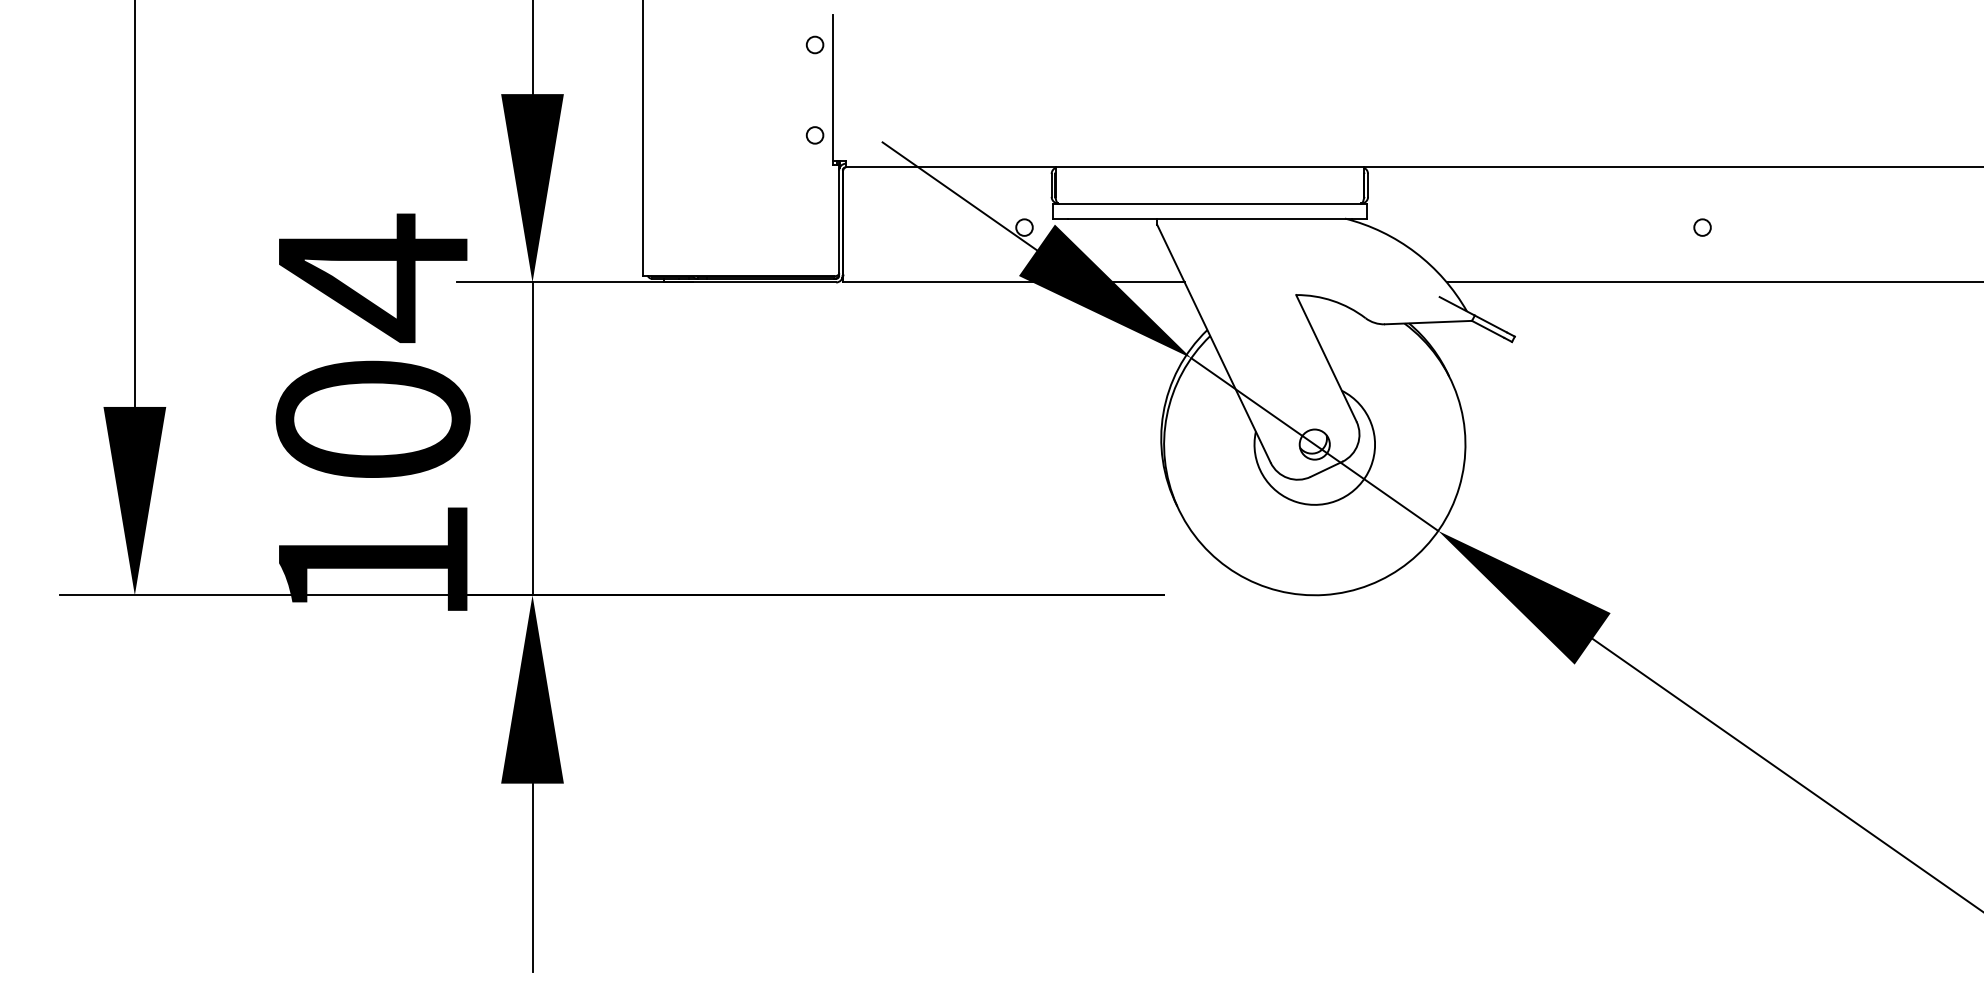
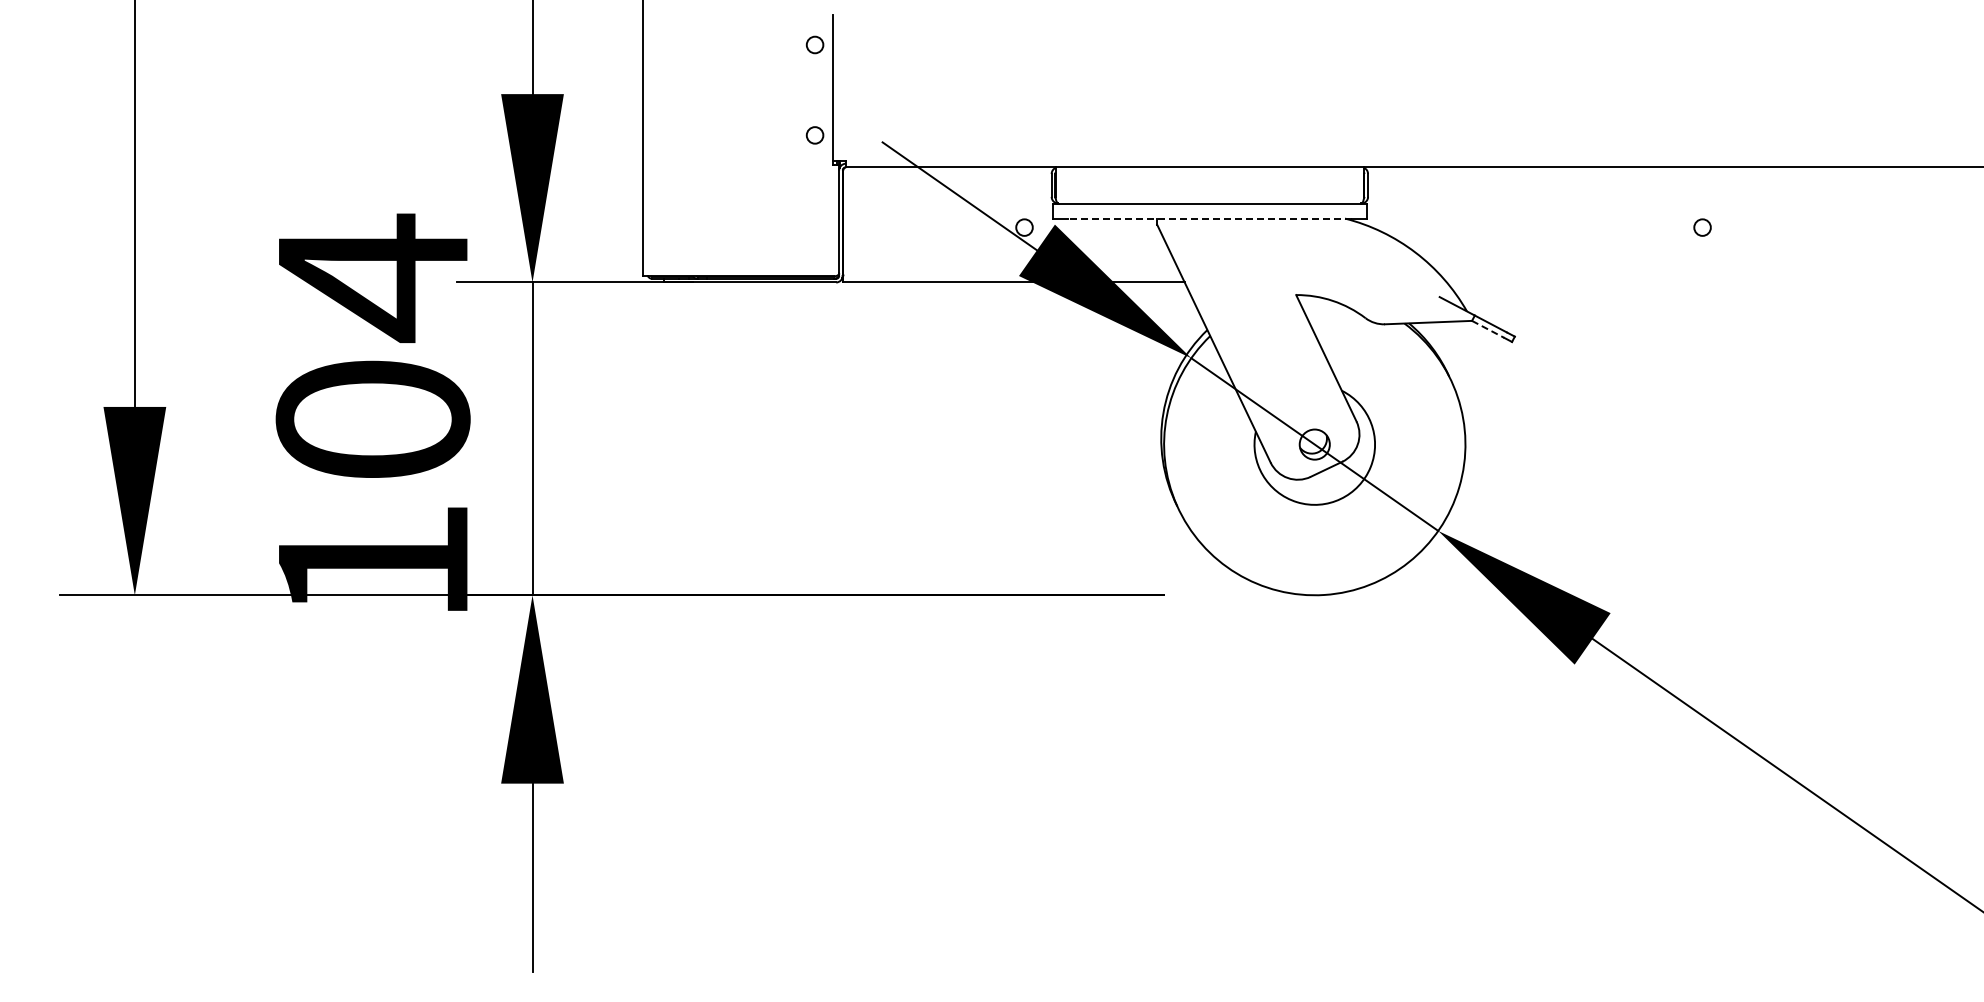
line at (1209, 218): solid -> dashed
line at (1713, 282): present -> none
line at (1488, 329): solid -> dashed
